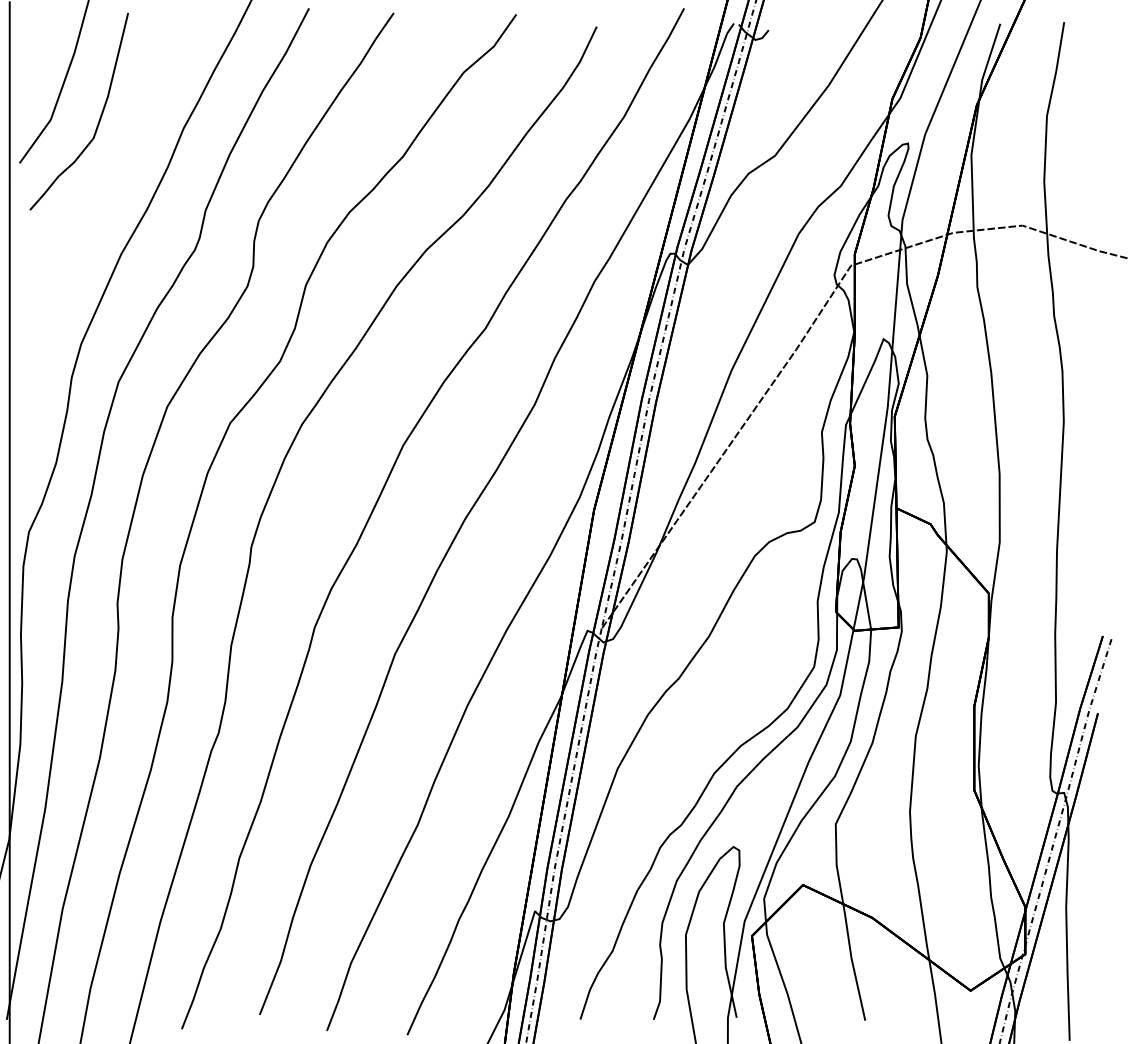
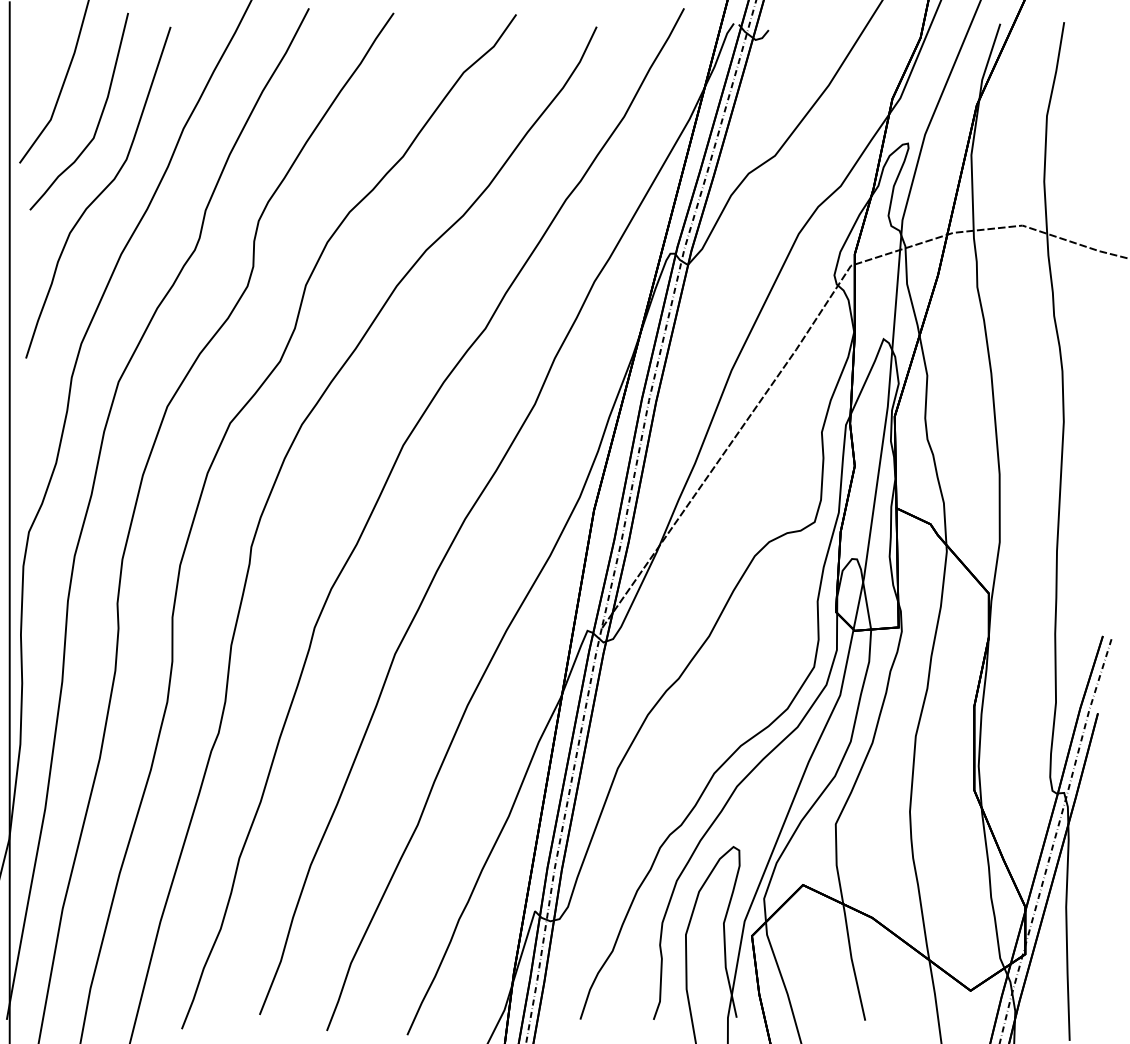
curve at (99, 193): none -> present
